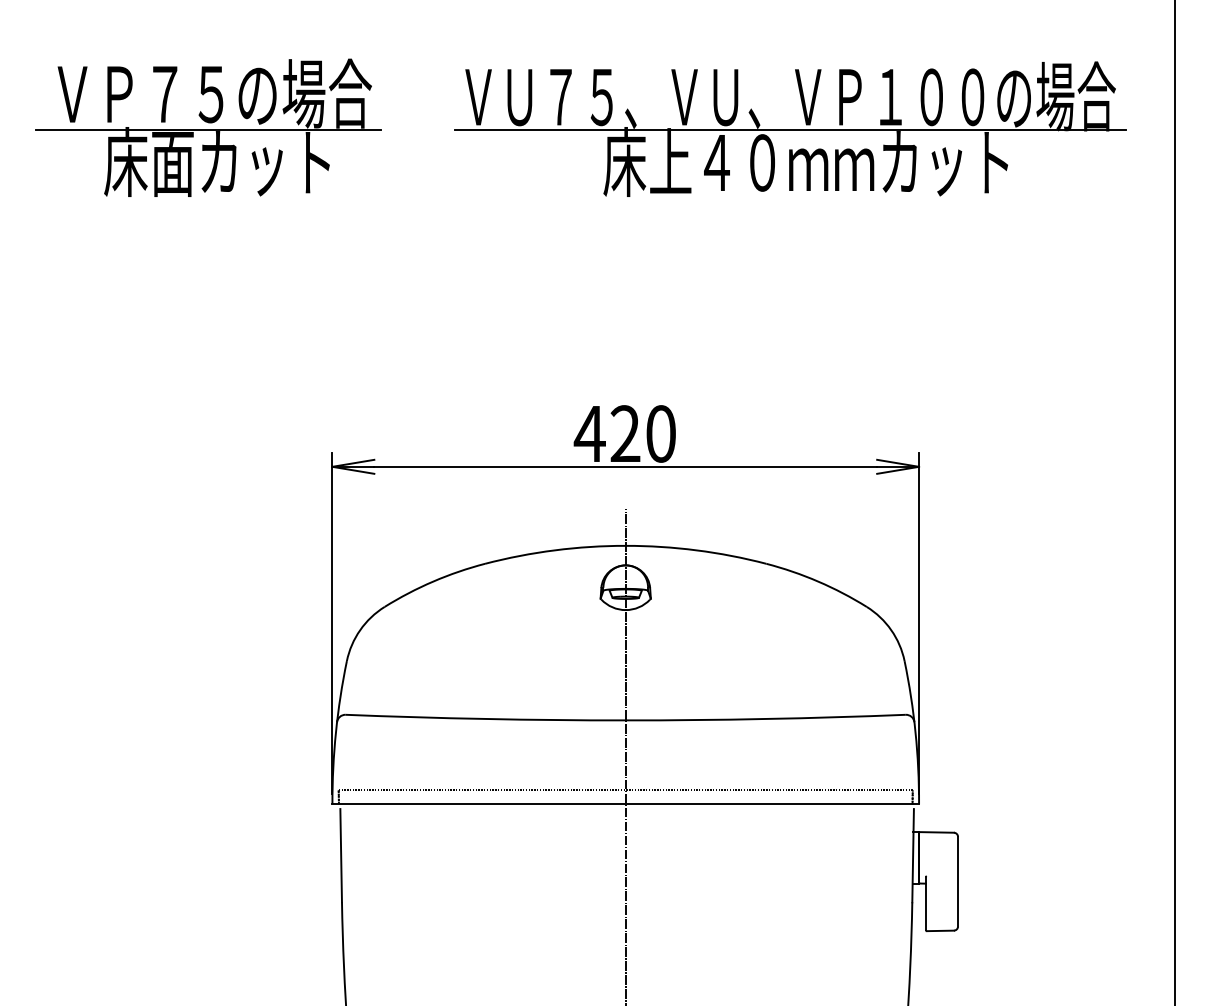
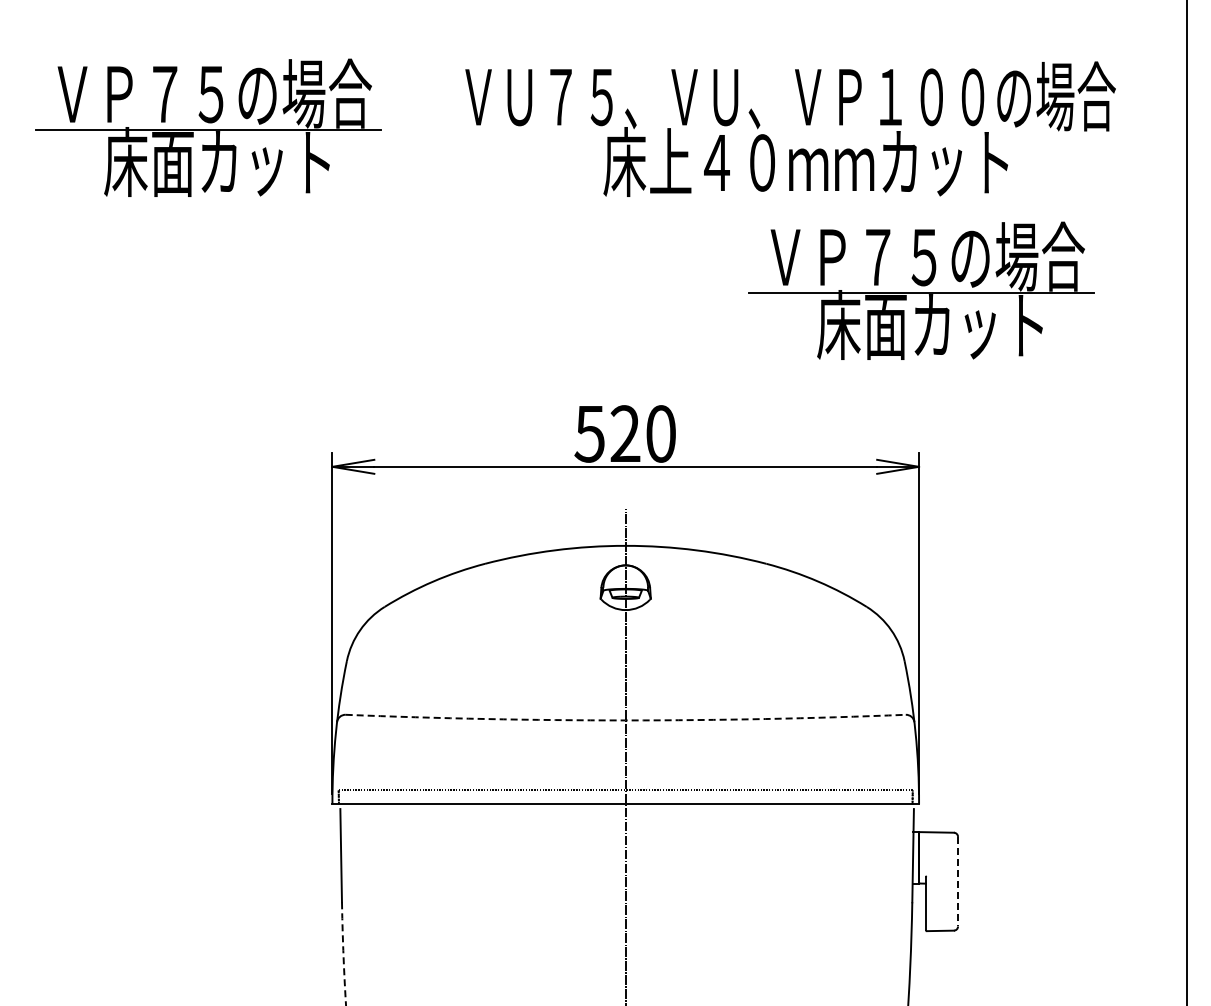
line at (790, 130): present -> none
part at (921, 290): none -> present
text at (589, 434): 420 -> 520
line at (1174, 502) position: (1174, 502) -> (1186, 502)
arc at (625, 720): solid -> dashed
line at (958, 881): solid -> dashed
arc at (343, 955): solid -> dashed
